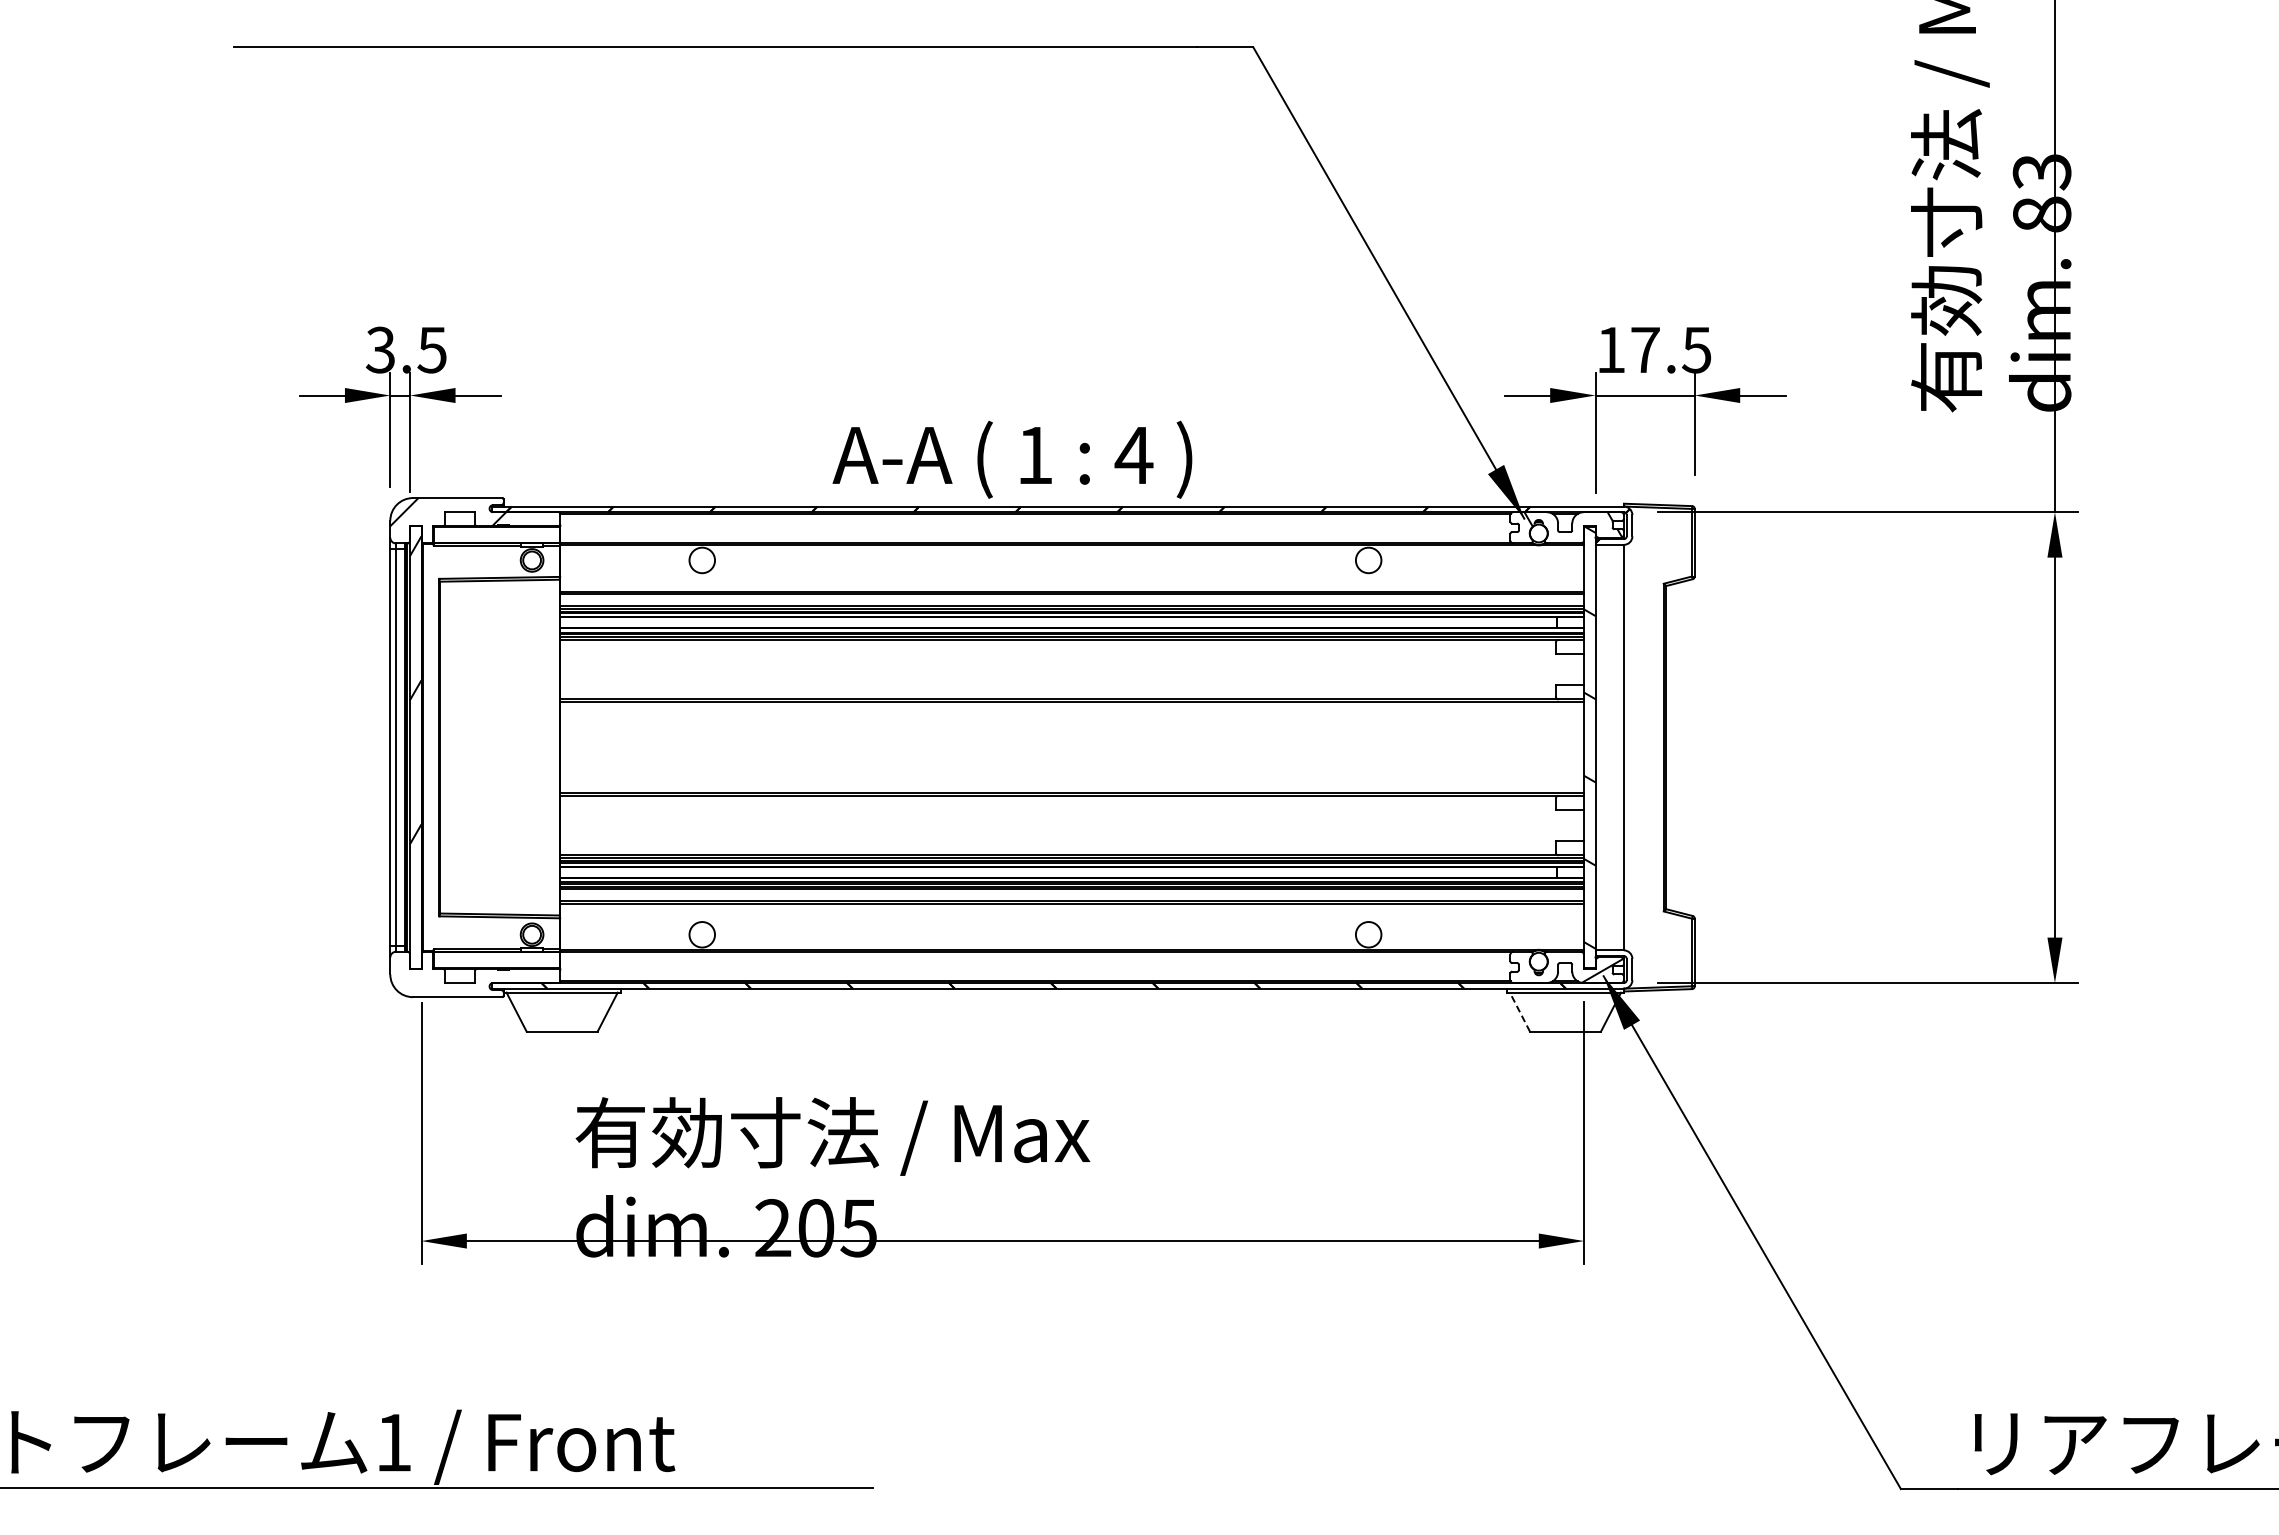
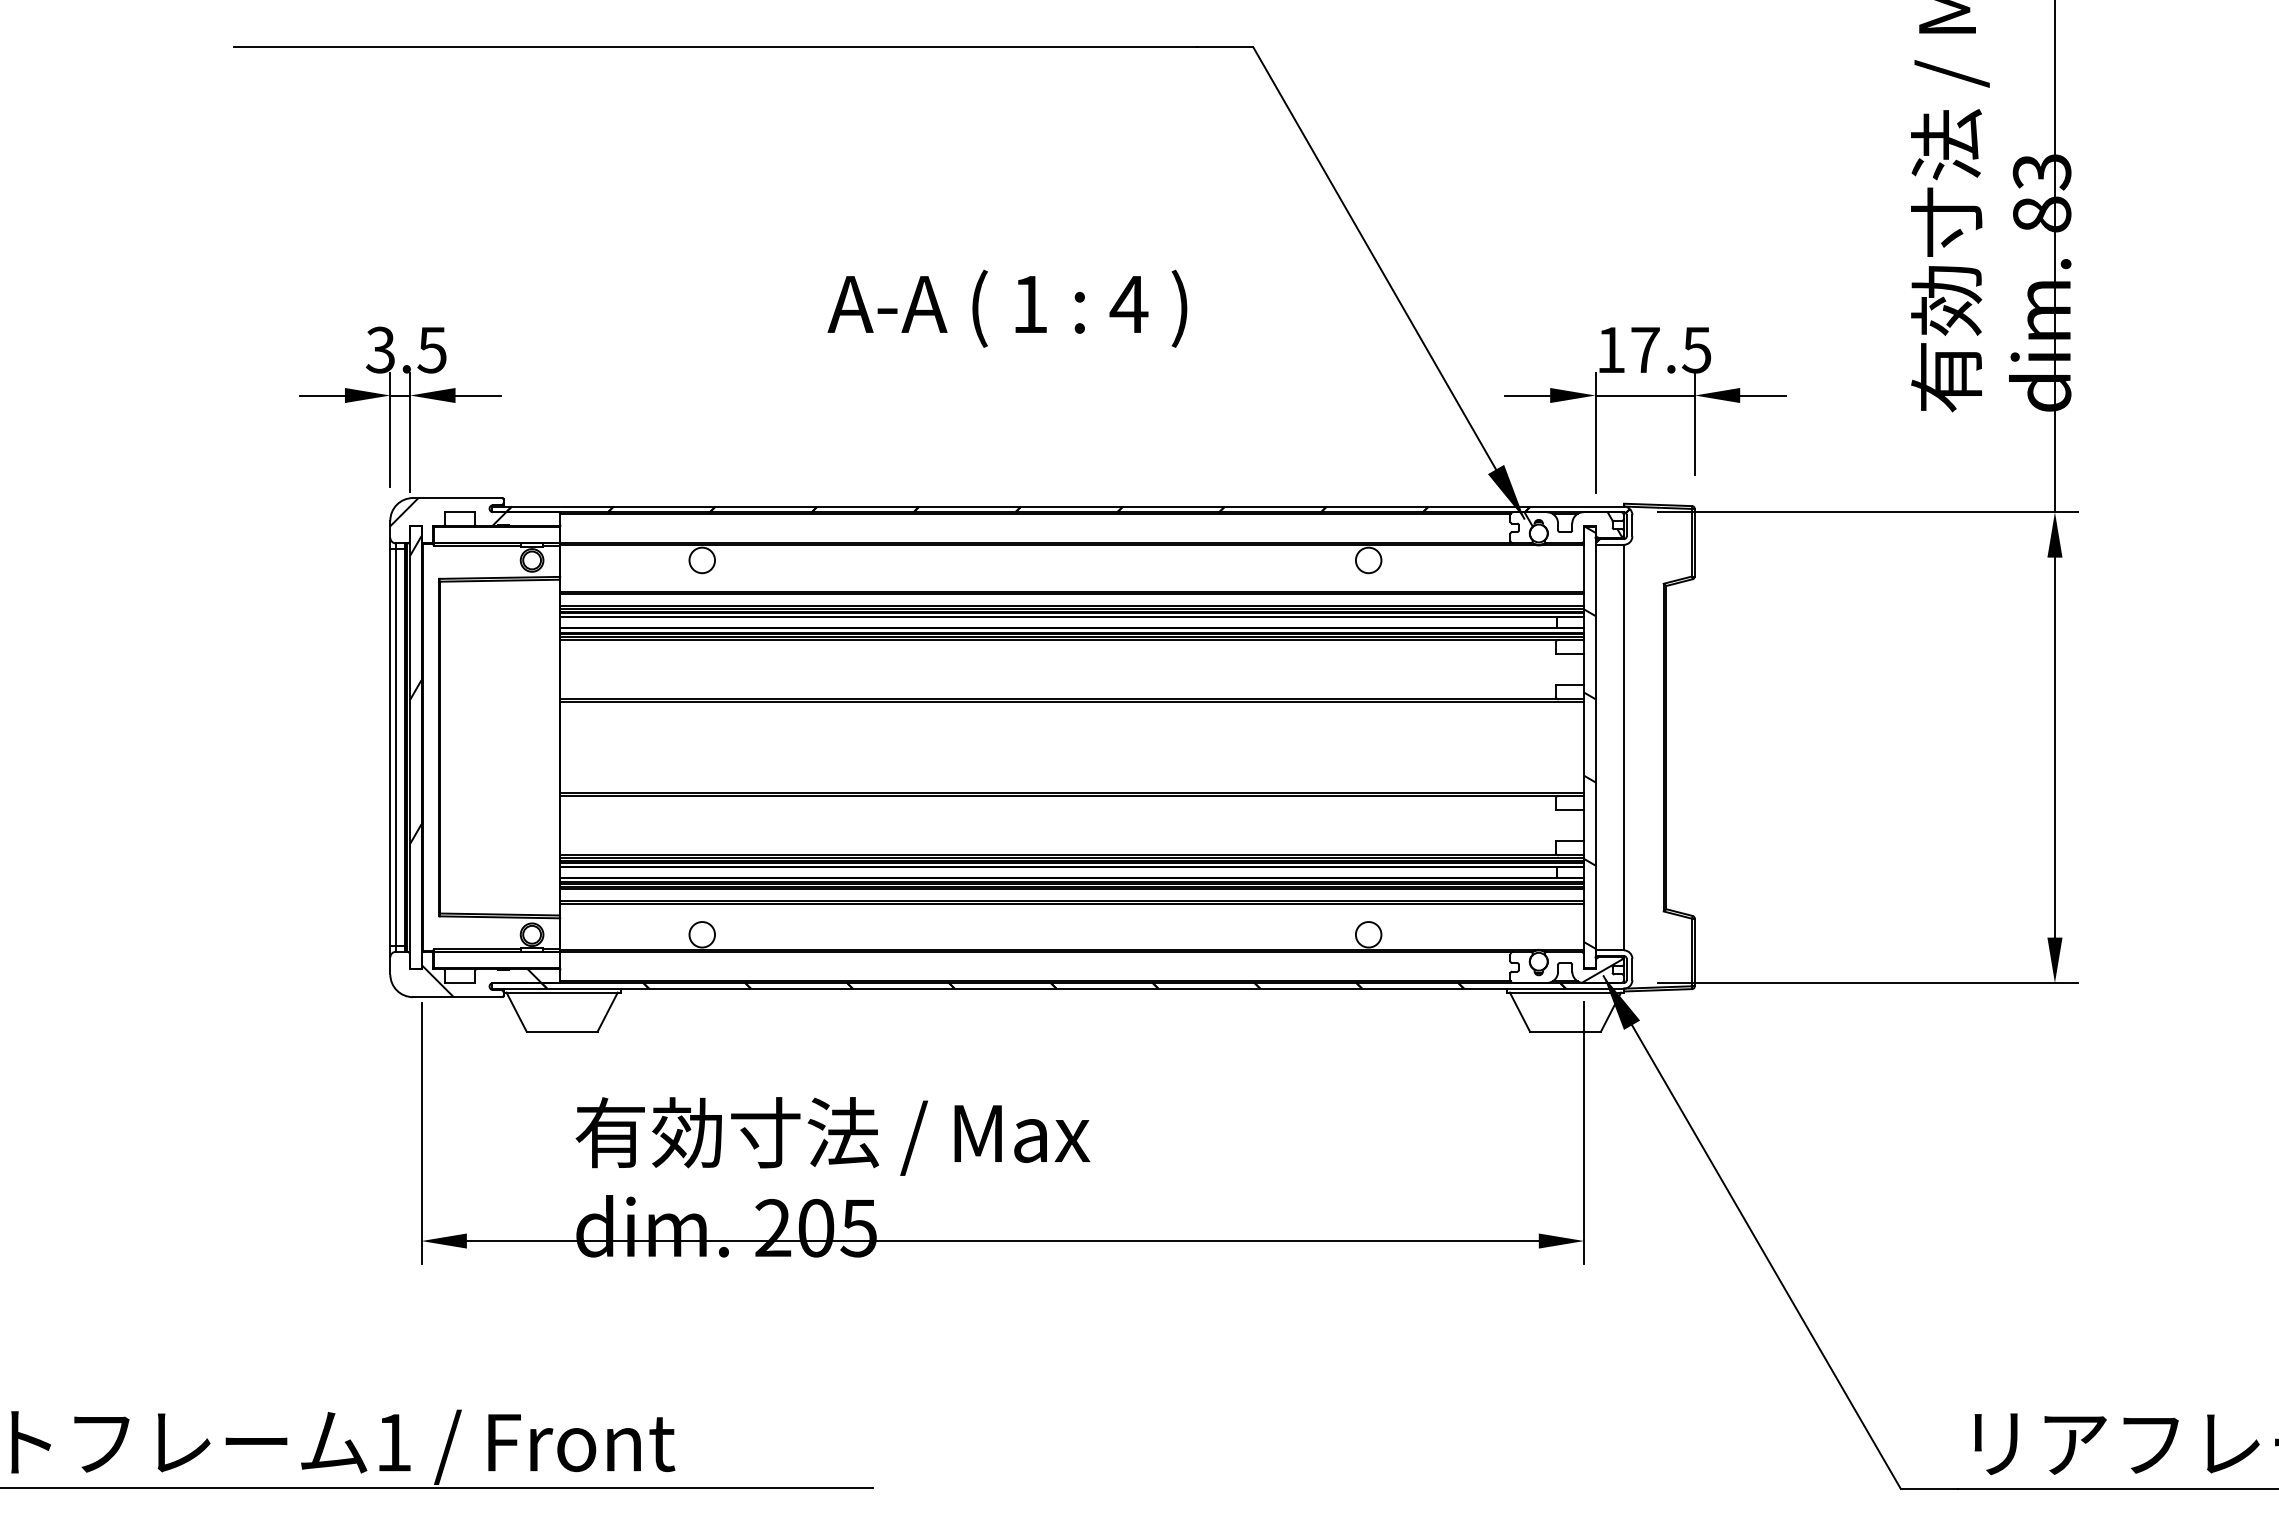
text at (1012, 459) position: (1012, 459) -> (1007, 308)
hatch at (474, 974): none -> present
line at (1519, 1011): dashed -> solid
